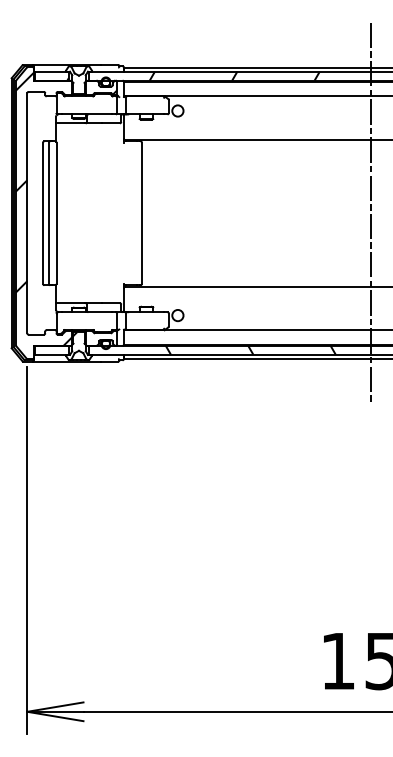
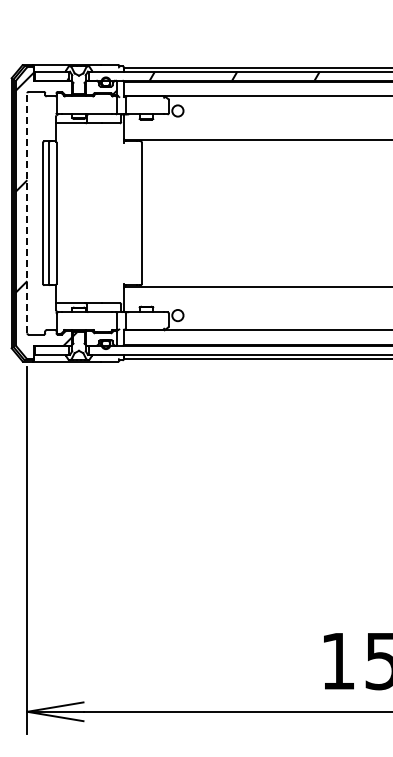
line at (27, 212): solid -> dashed
line at (371, 212): present -> none
hatch at (250, 349): present -> none
